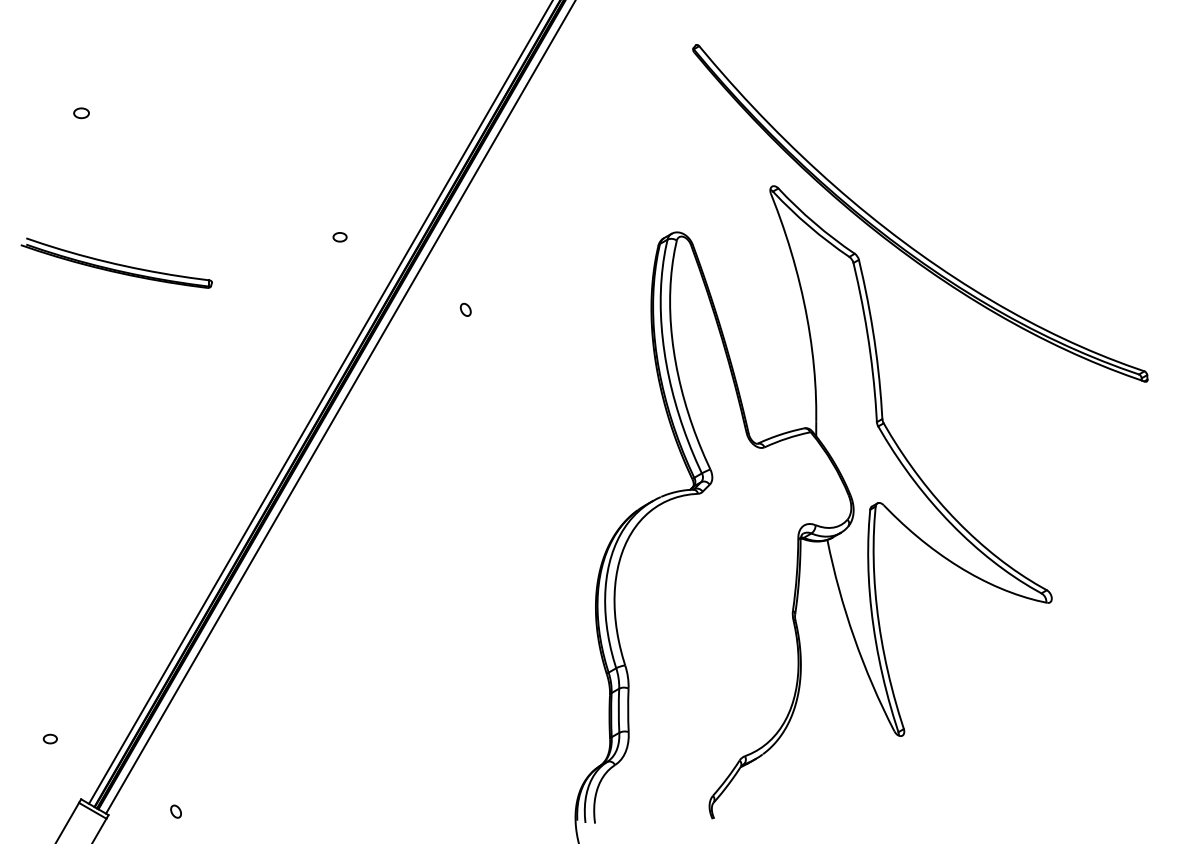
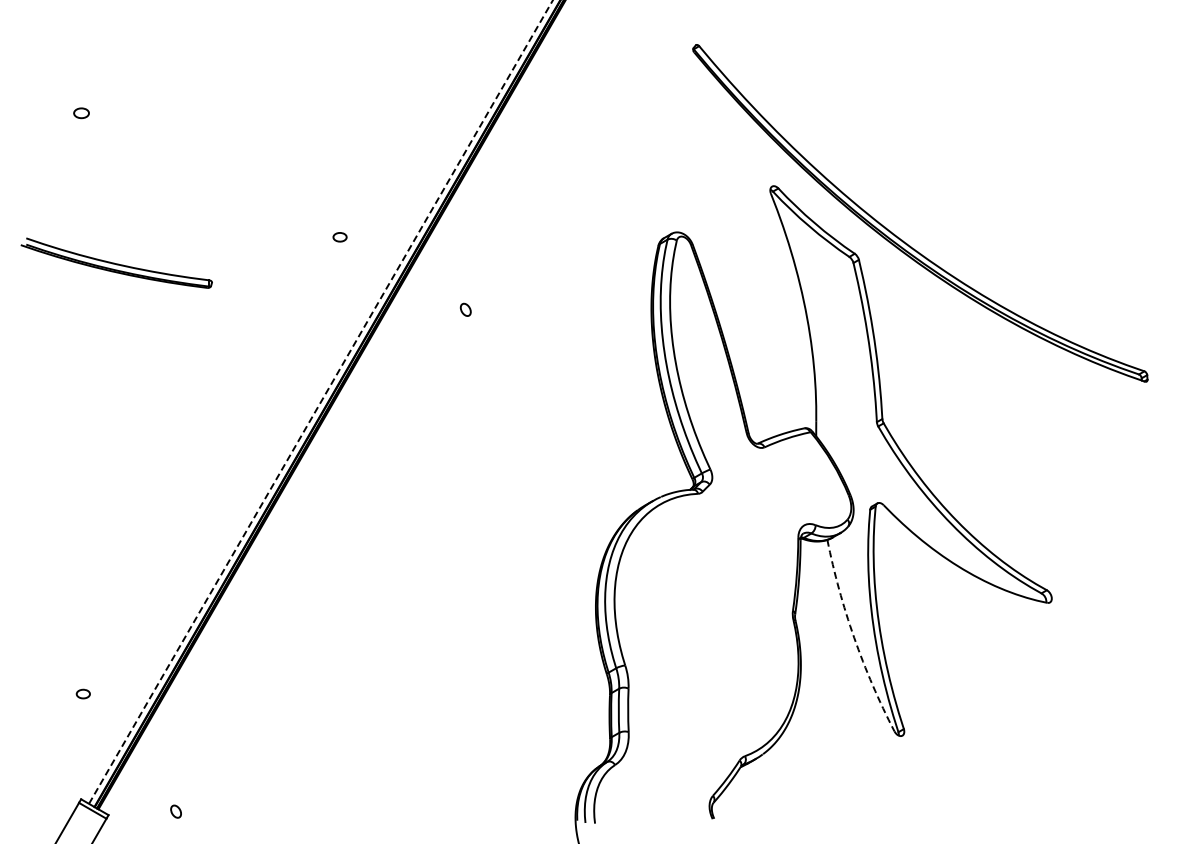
line at (320, 402): solid -> dashed
line at (340, 407): present -> none
arc at (854, 637): solid -> dashed
part at (49, 738) position: (49, 738) -> (82, 693)
